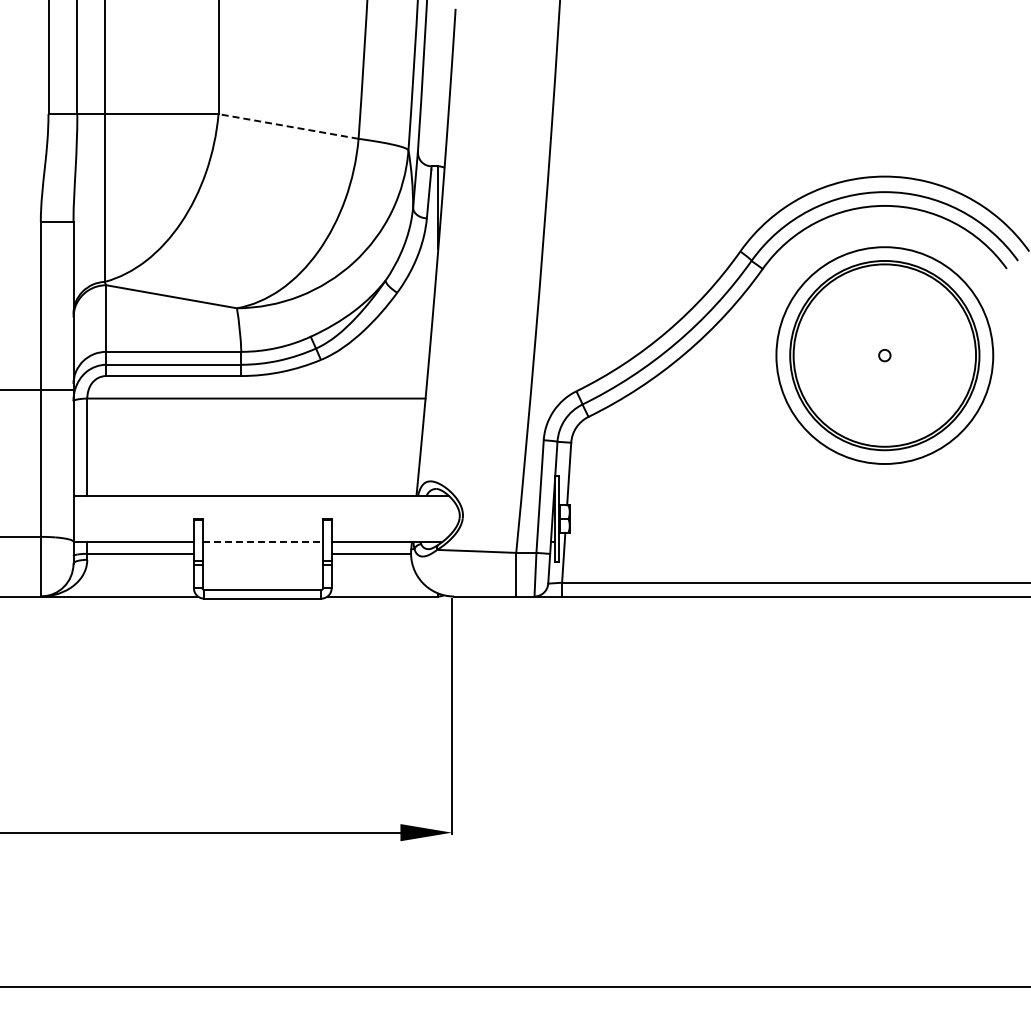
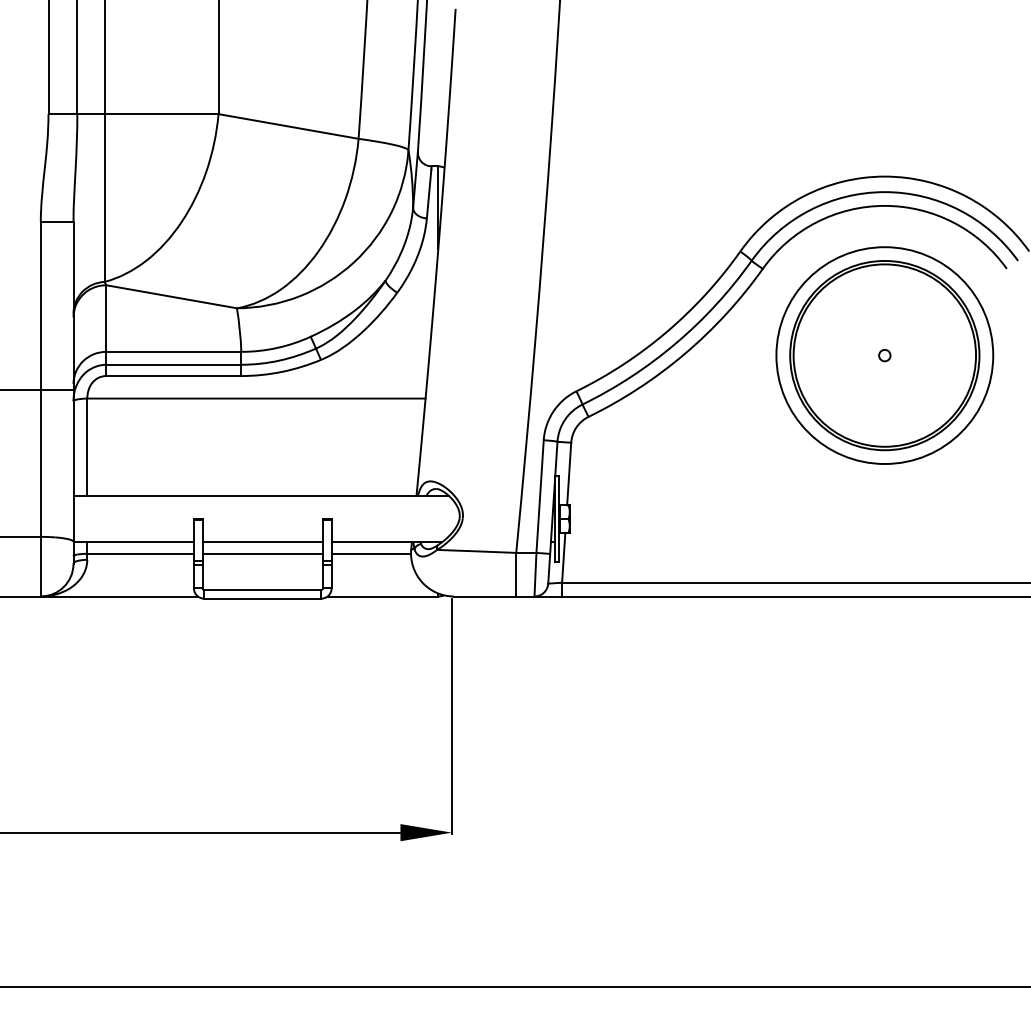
line at (288, 126): dashed -> solid
line at (263, 542): dashed -> solid
line at (262, 553): none -> present
